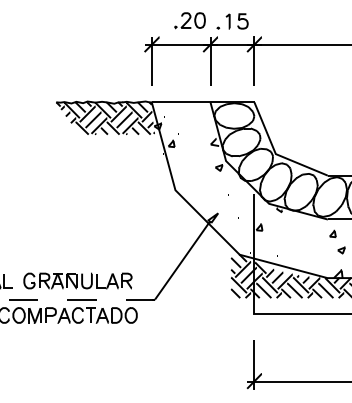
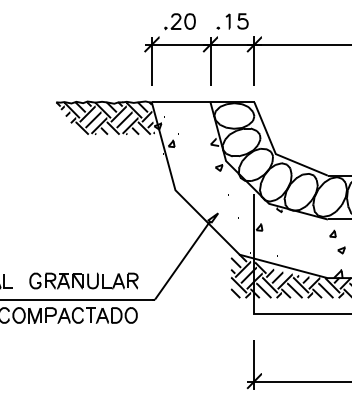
part at (189, 20) position: (189, 20) -> (179, 21)
part at (77, 280) position: (77, 280) -> (83, 280)
line at (77, 299): dashed -> solid
